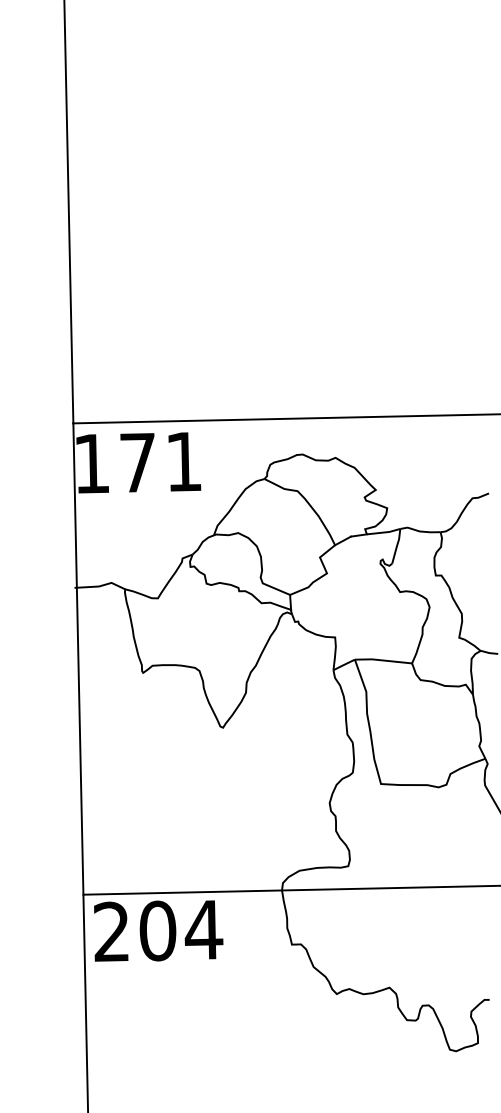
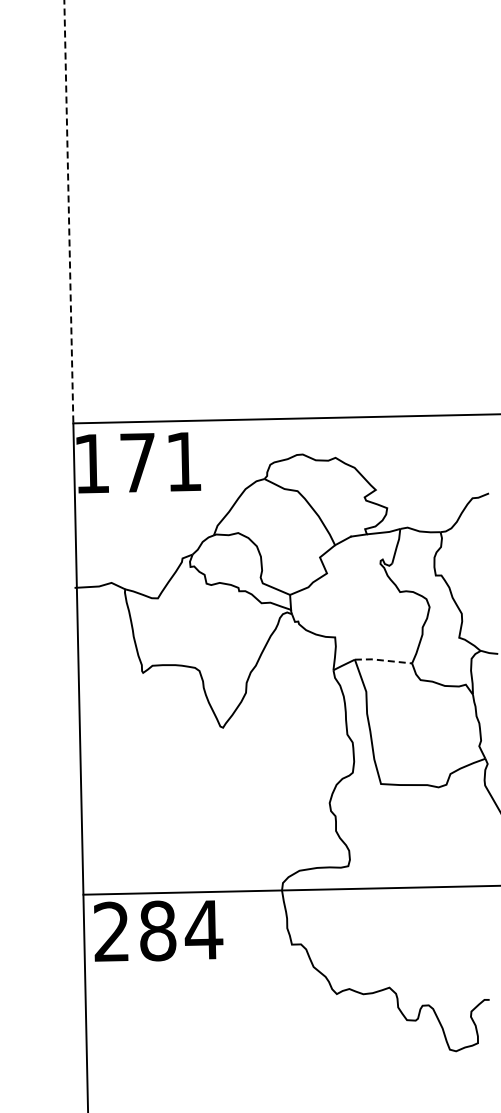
line at (68, 212): solid -> dashed
line at (382, 660): solid -> dashed
text at (157, 930): 204 -> 284
